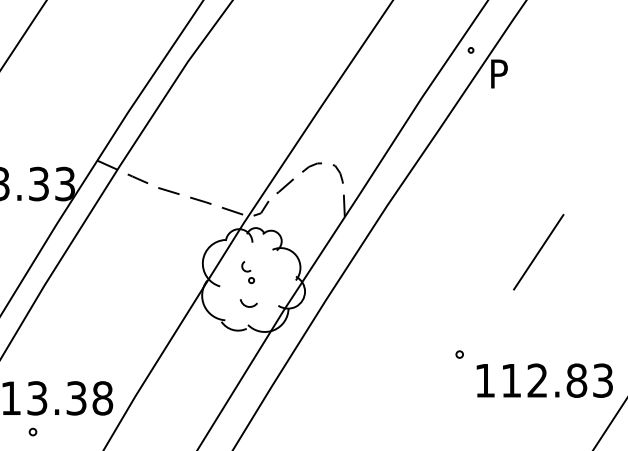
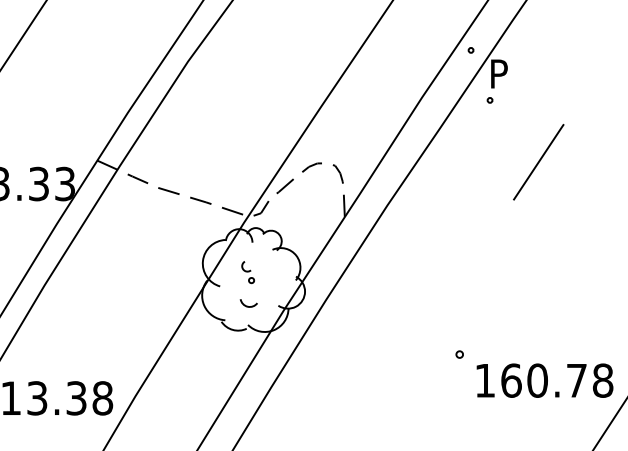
part at (489, 100): none -> present
line at (538, 252) position: (538, 252) -> (538, 162)
text at (557, 380): 112.83 -> 160.78
part at (32, 431): present -> none
